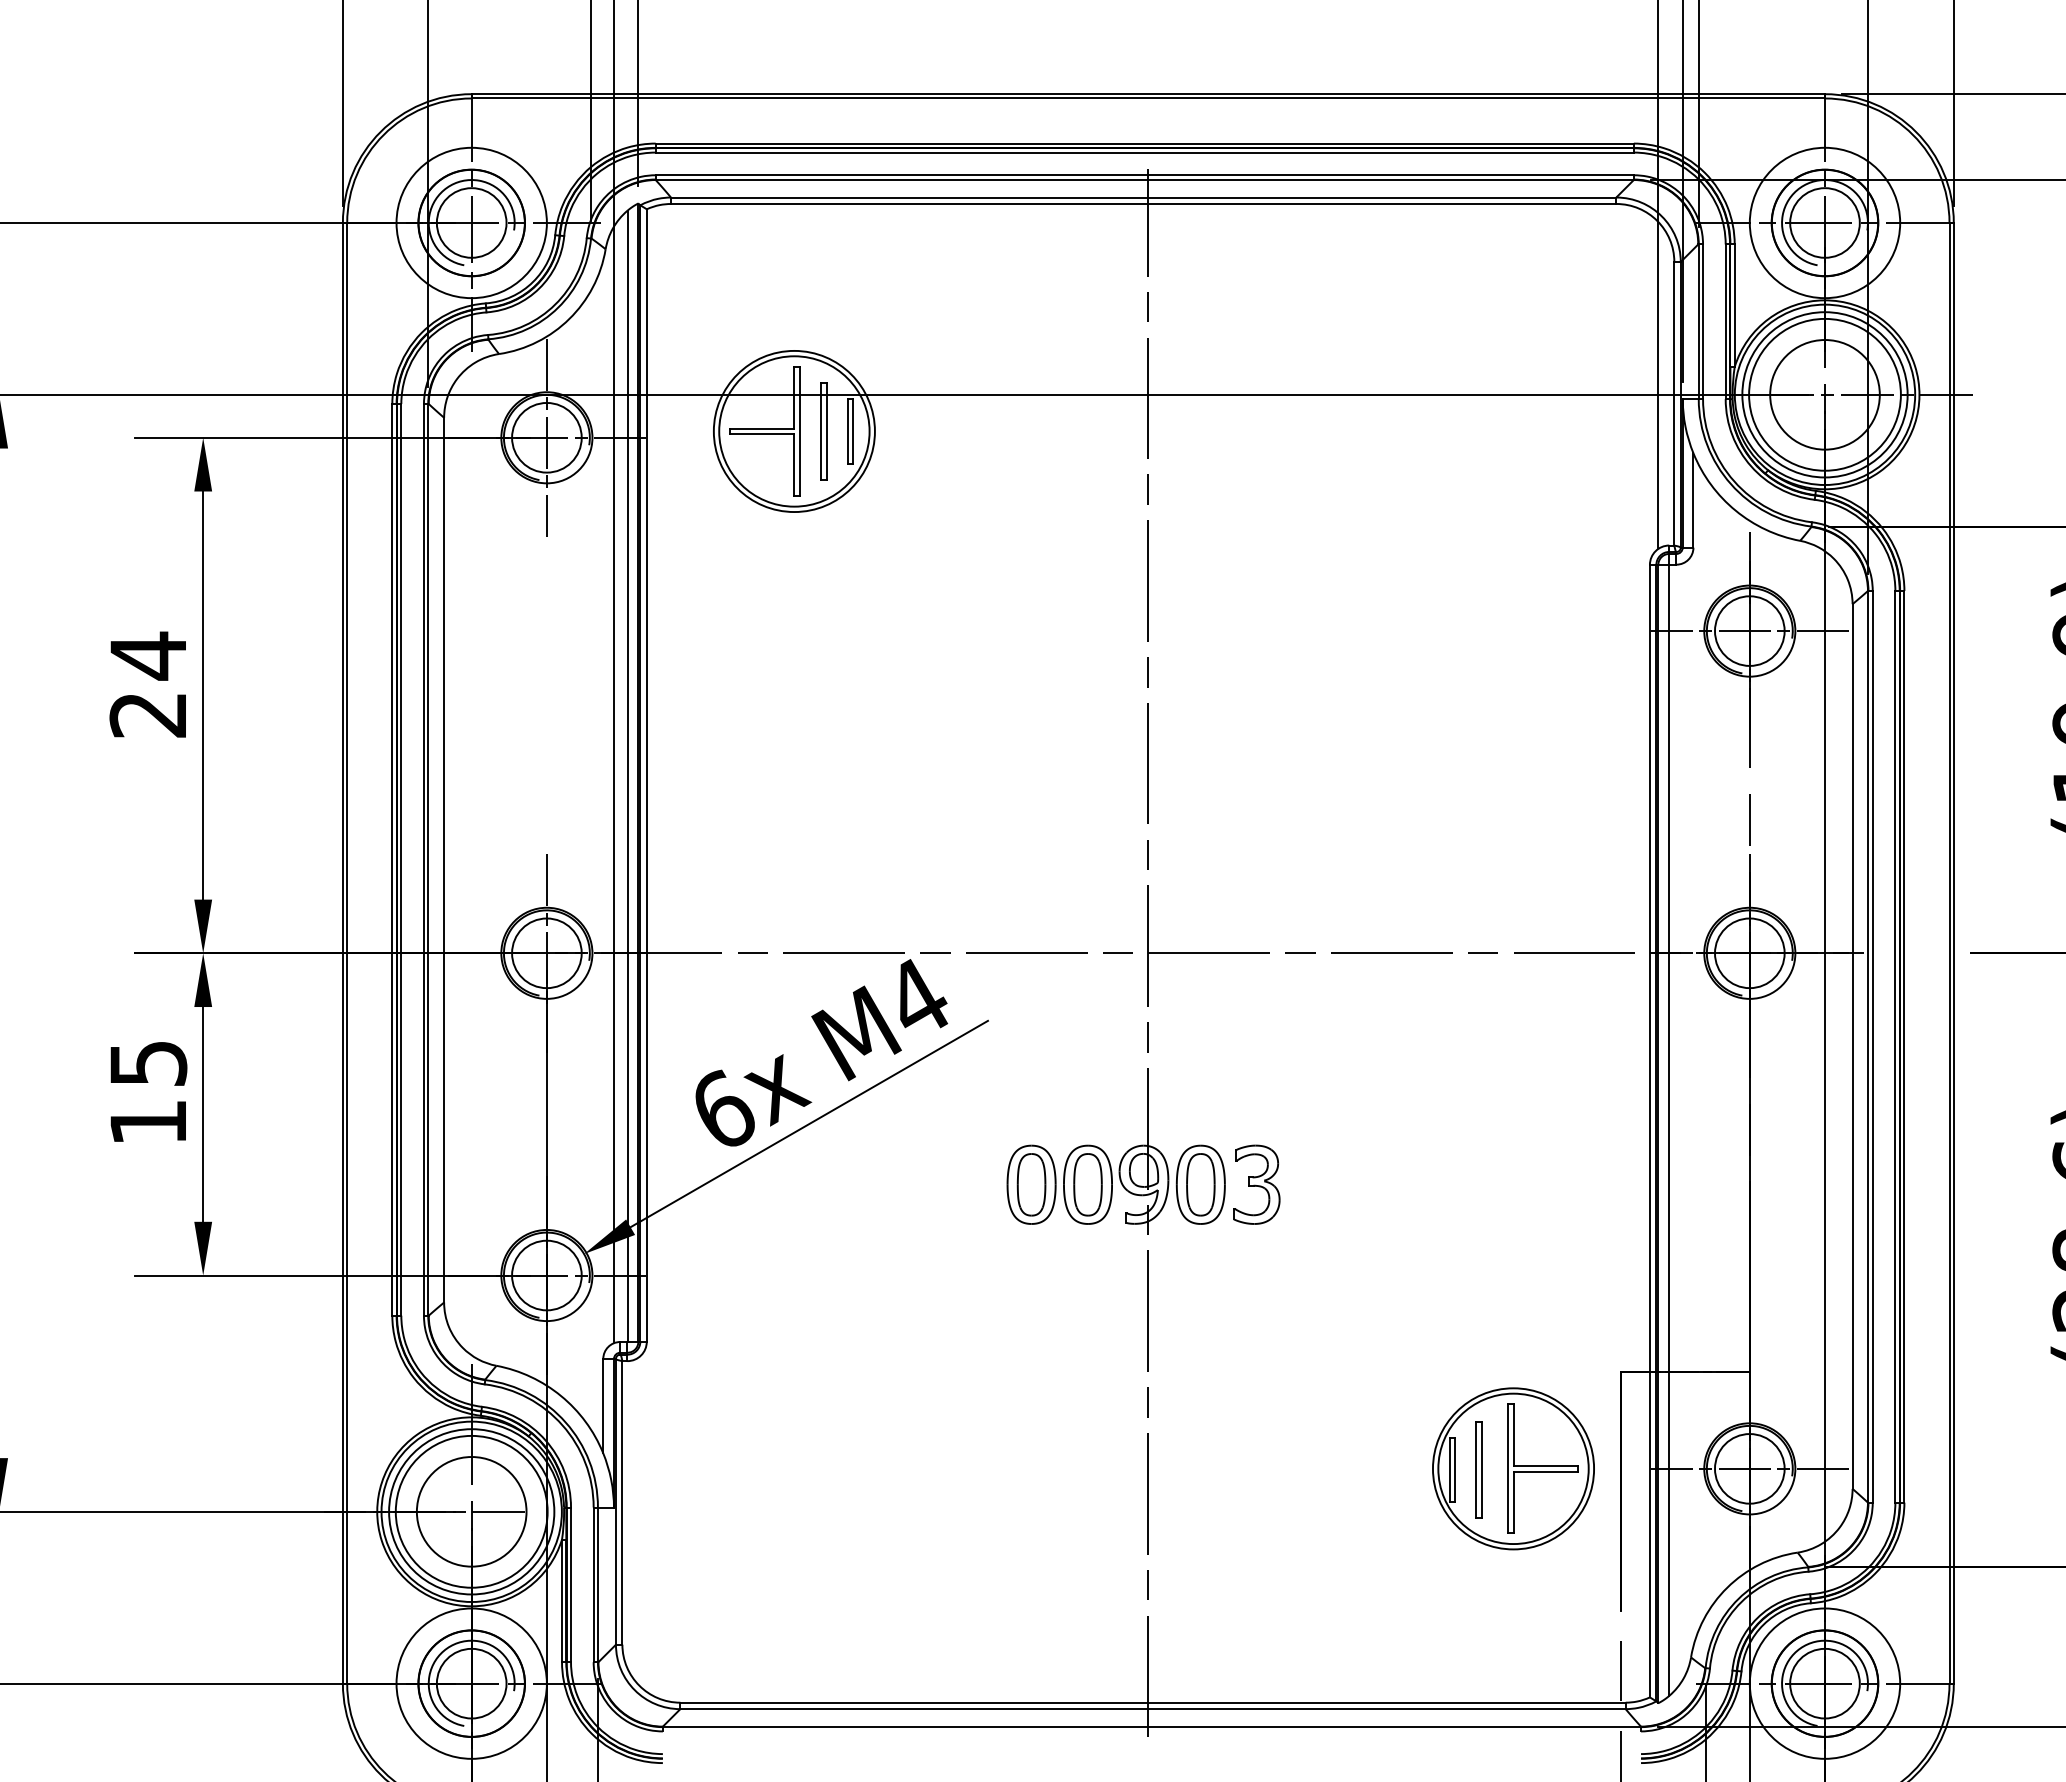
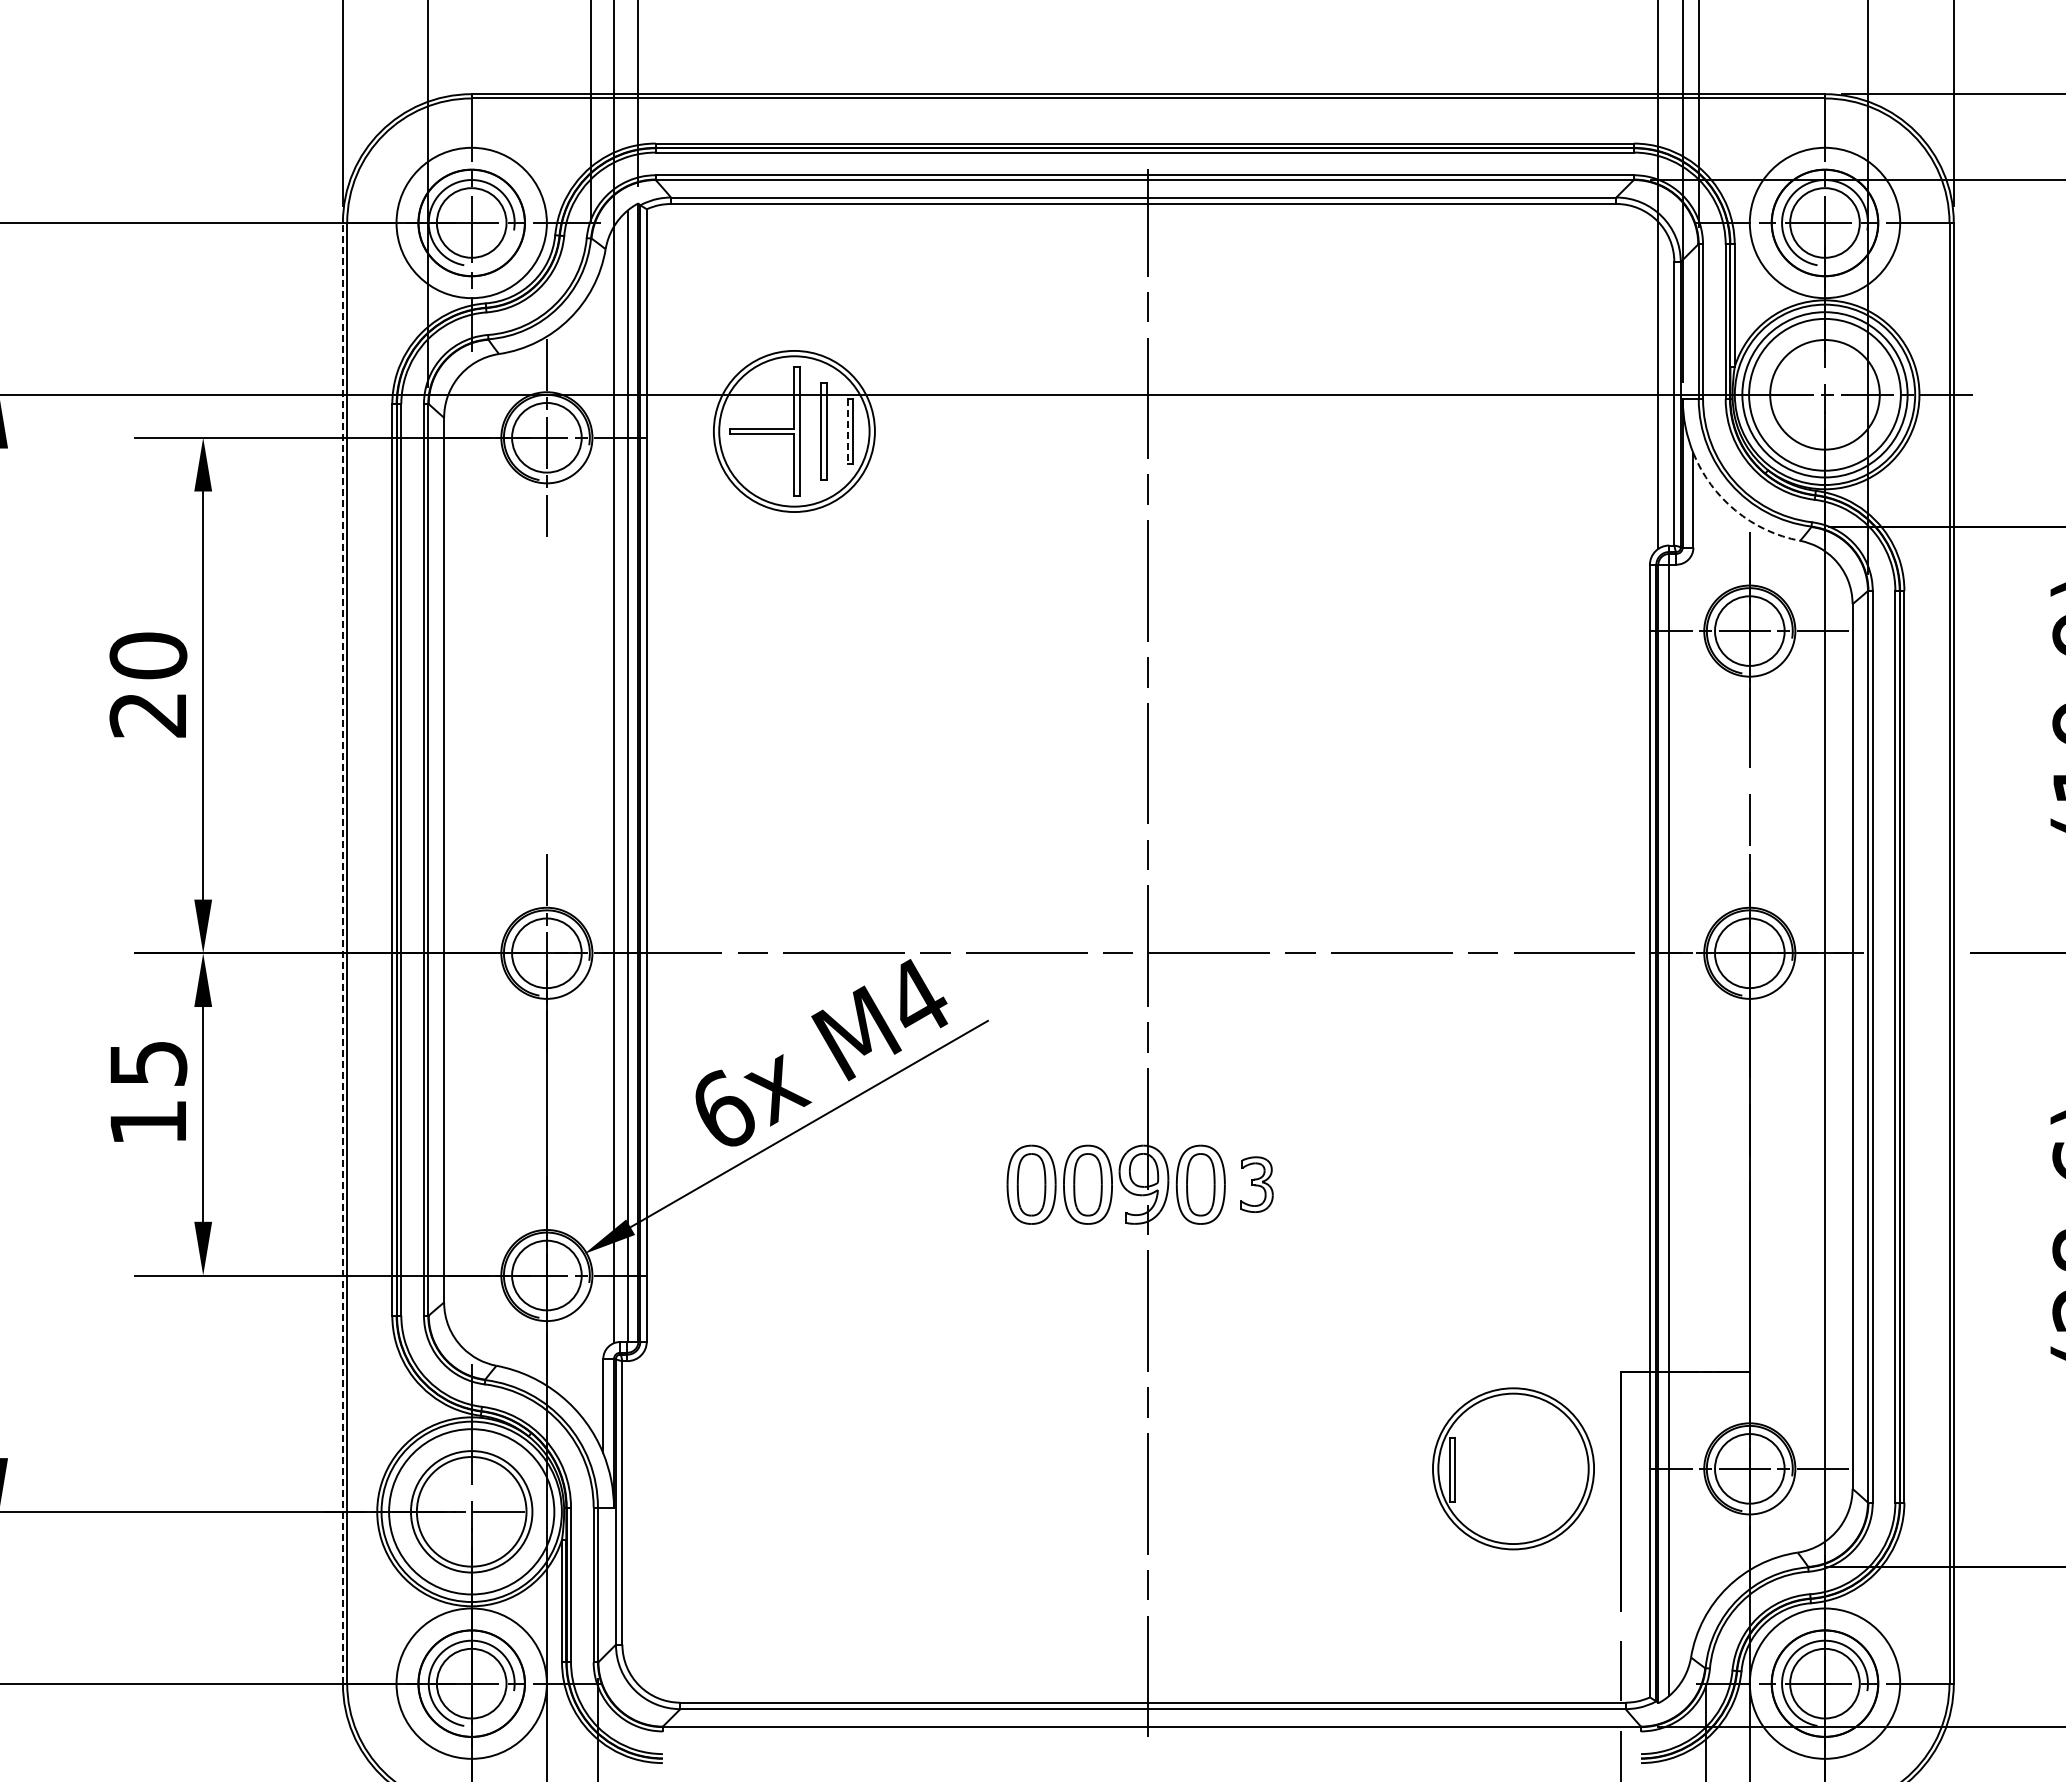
line at (848, 431): solid -> dashed
arc at (1735, 510): solid -> dashed
text at (148, 655): 24 -> 20
line at (342, 952): solid -> dashed
part at (1256, 1184) size: 48x81 px -> 34x57 px
part at (1542, 1468): present -> none
part at (1478, 1469): present -> none
circle at (471, 1511) diameter: 152 px -> 121 px
